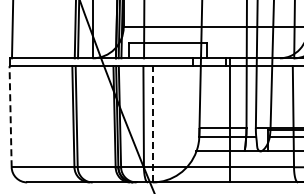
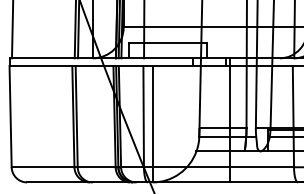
line at (10, 116): dashed -> solid
line at (152, 123): dashed -> solid
